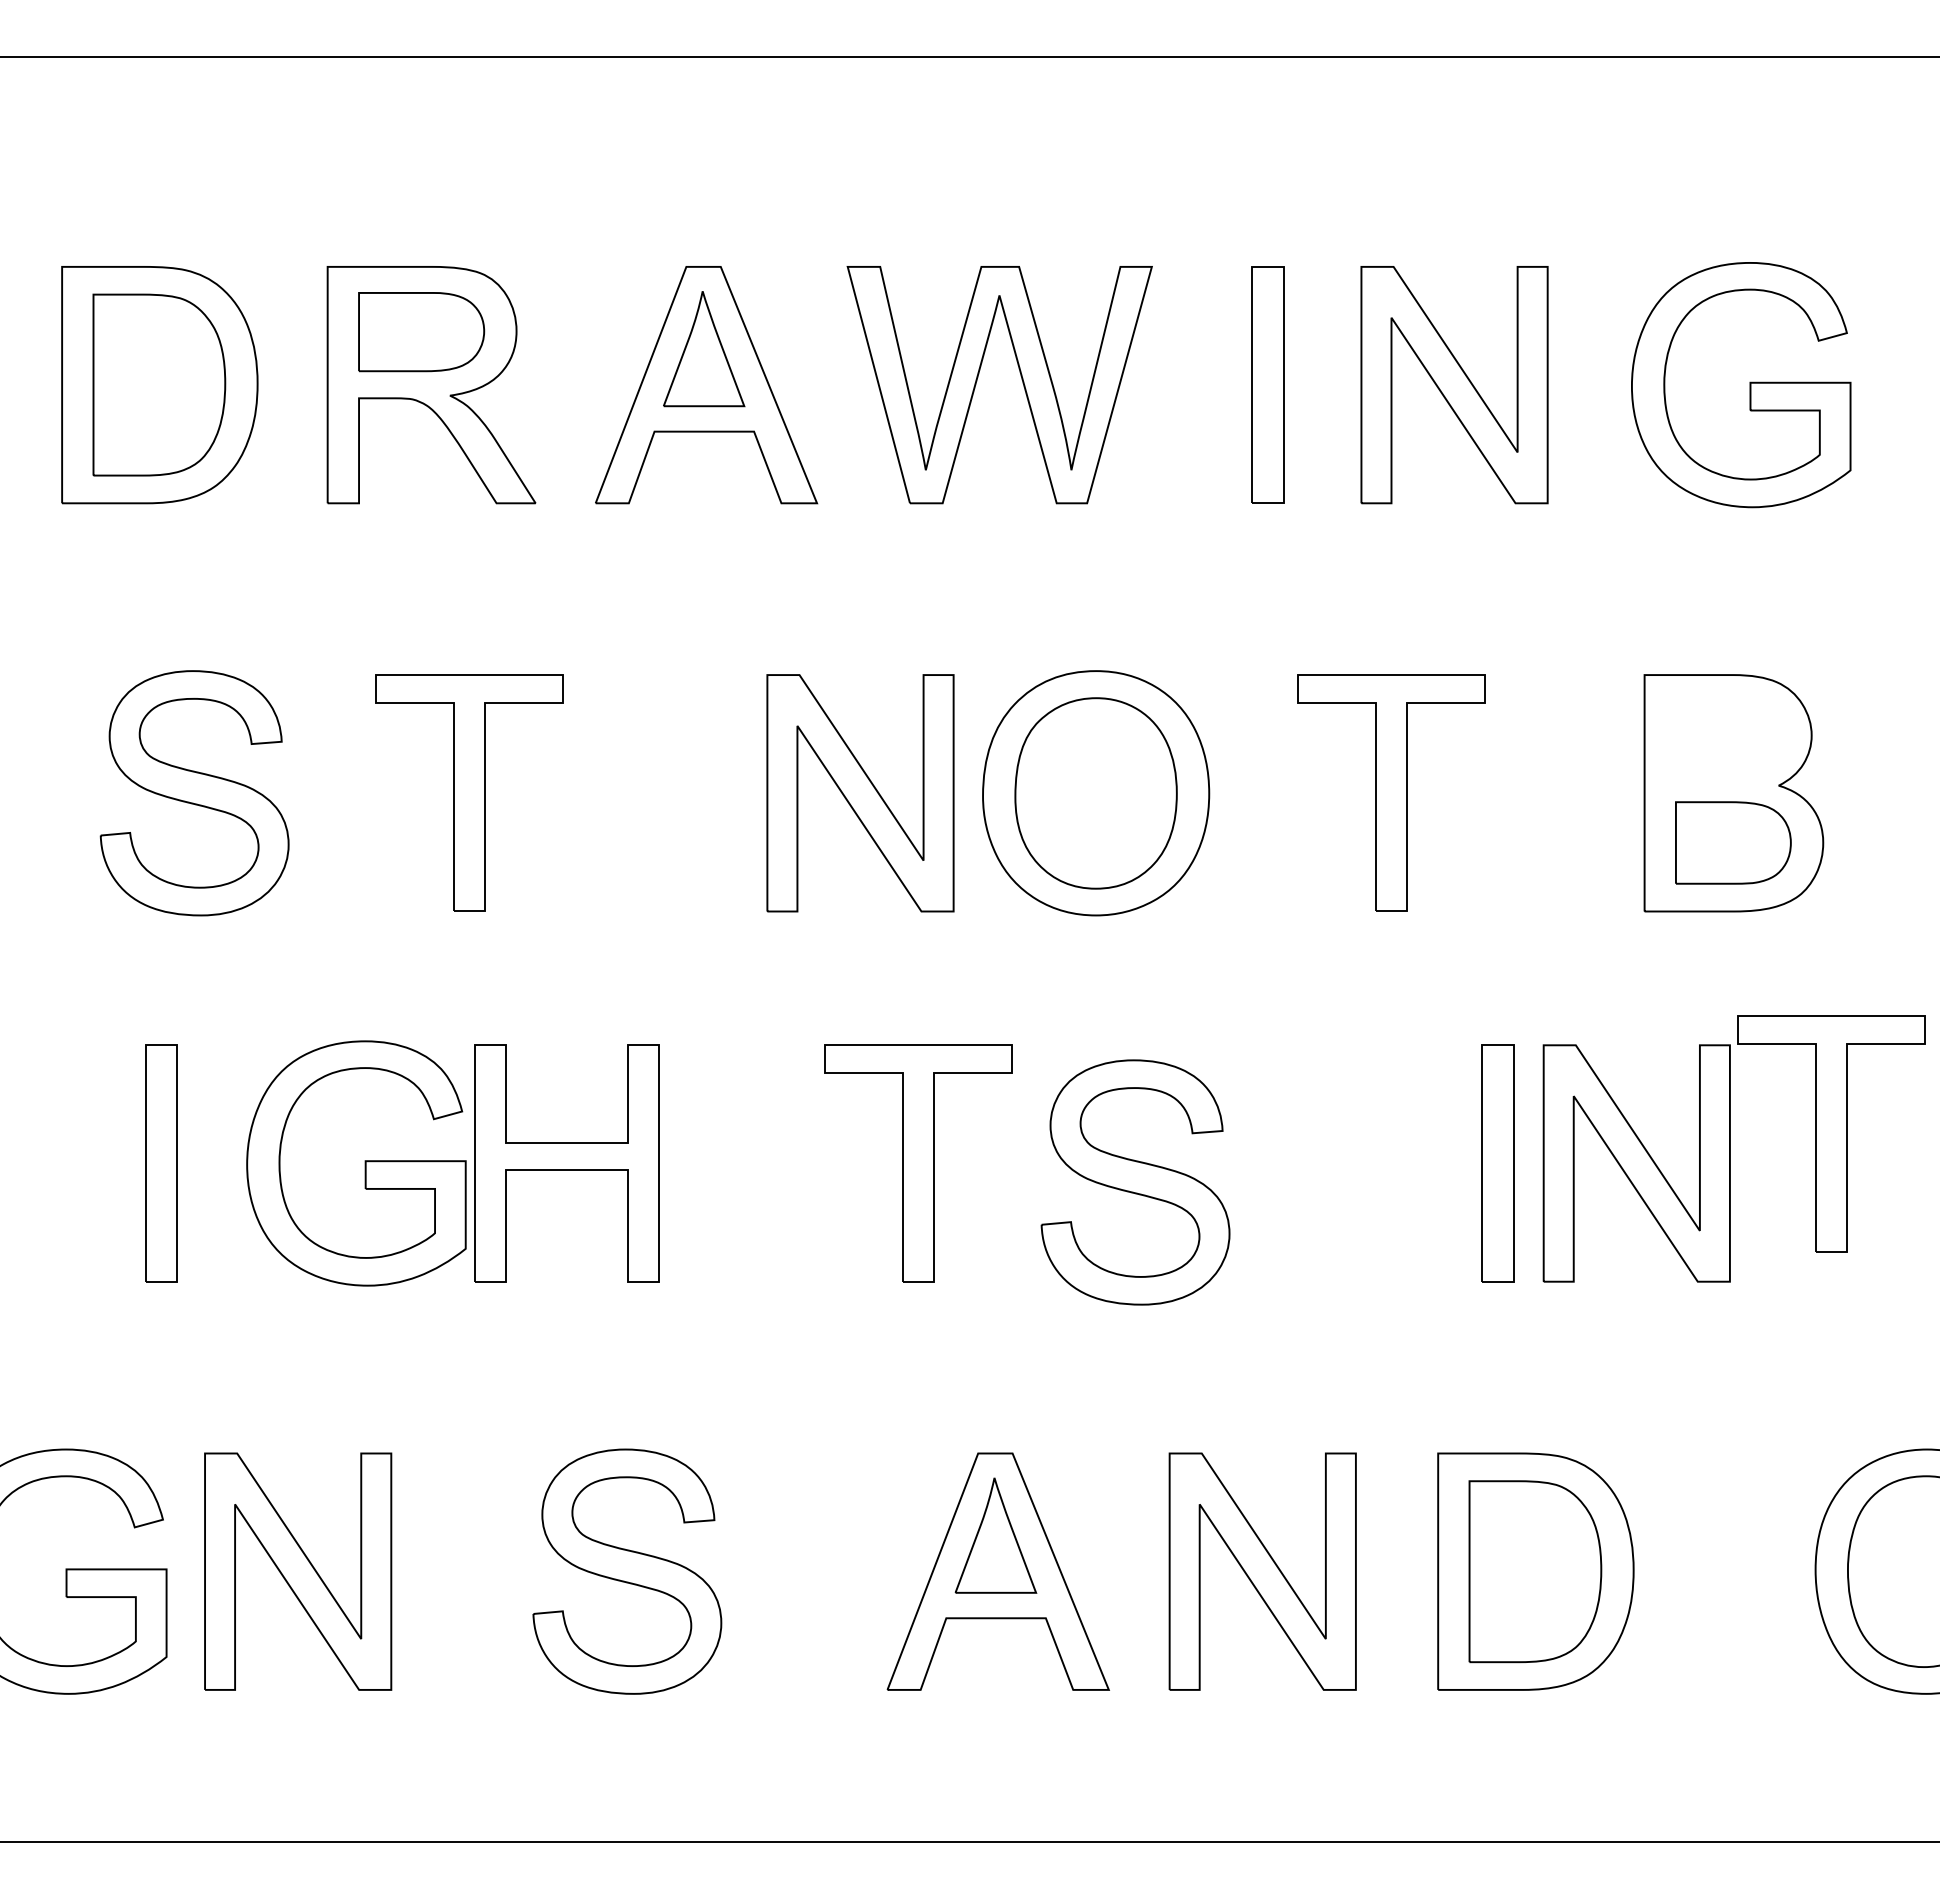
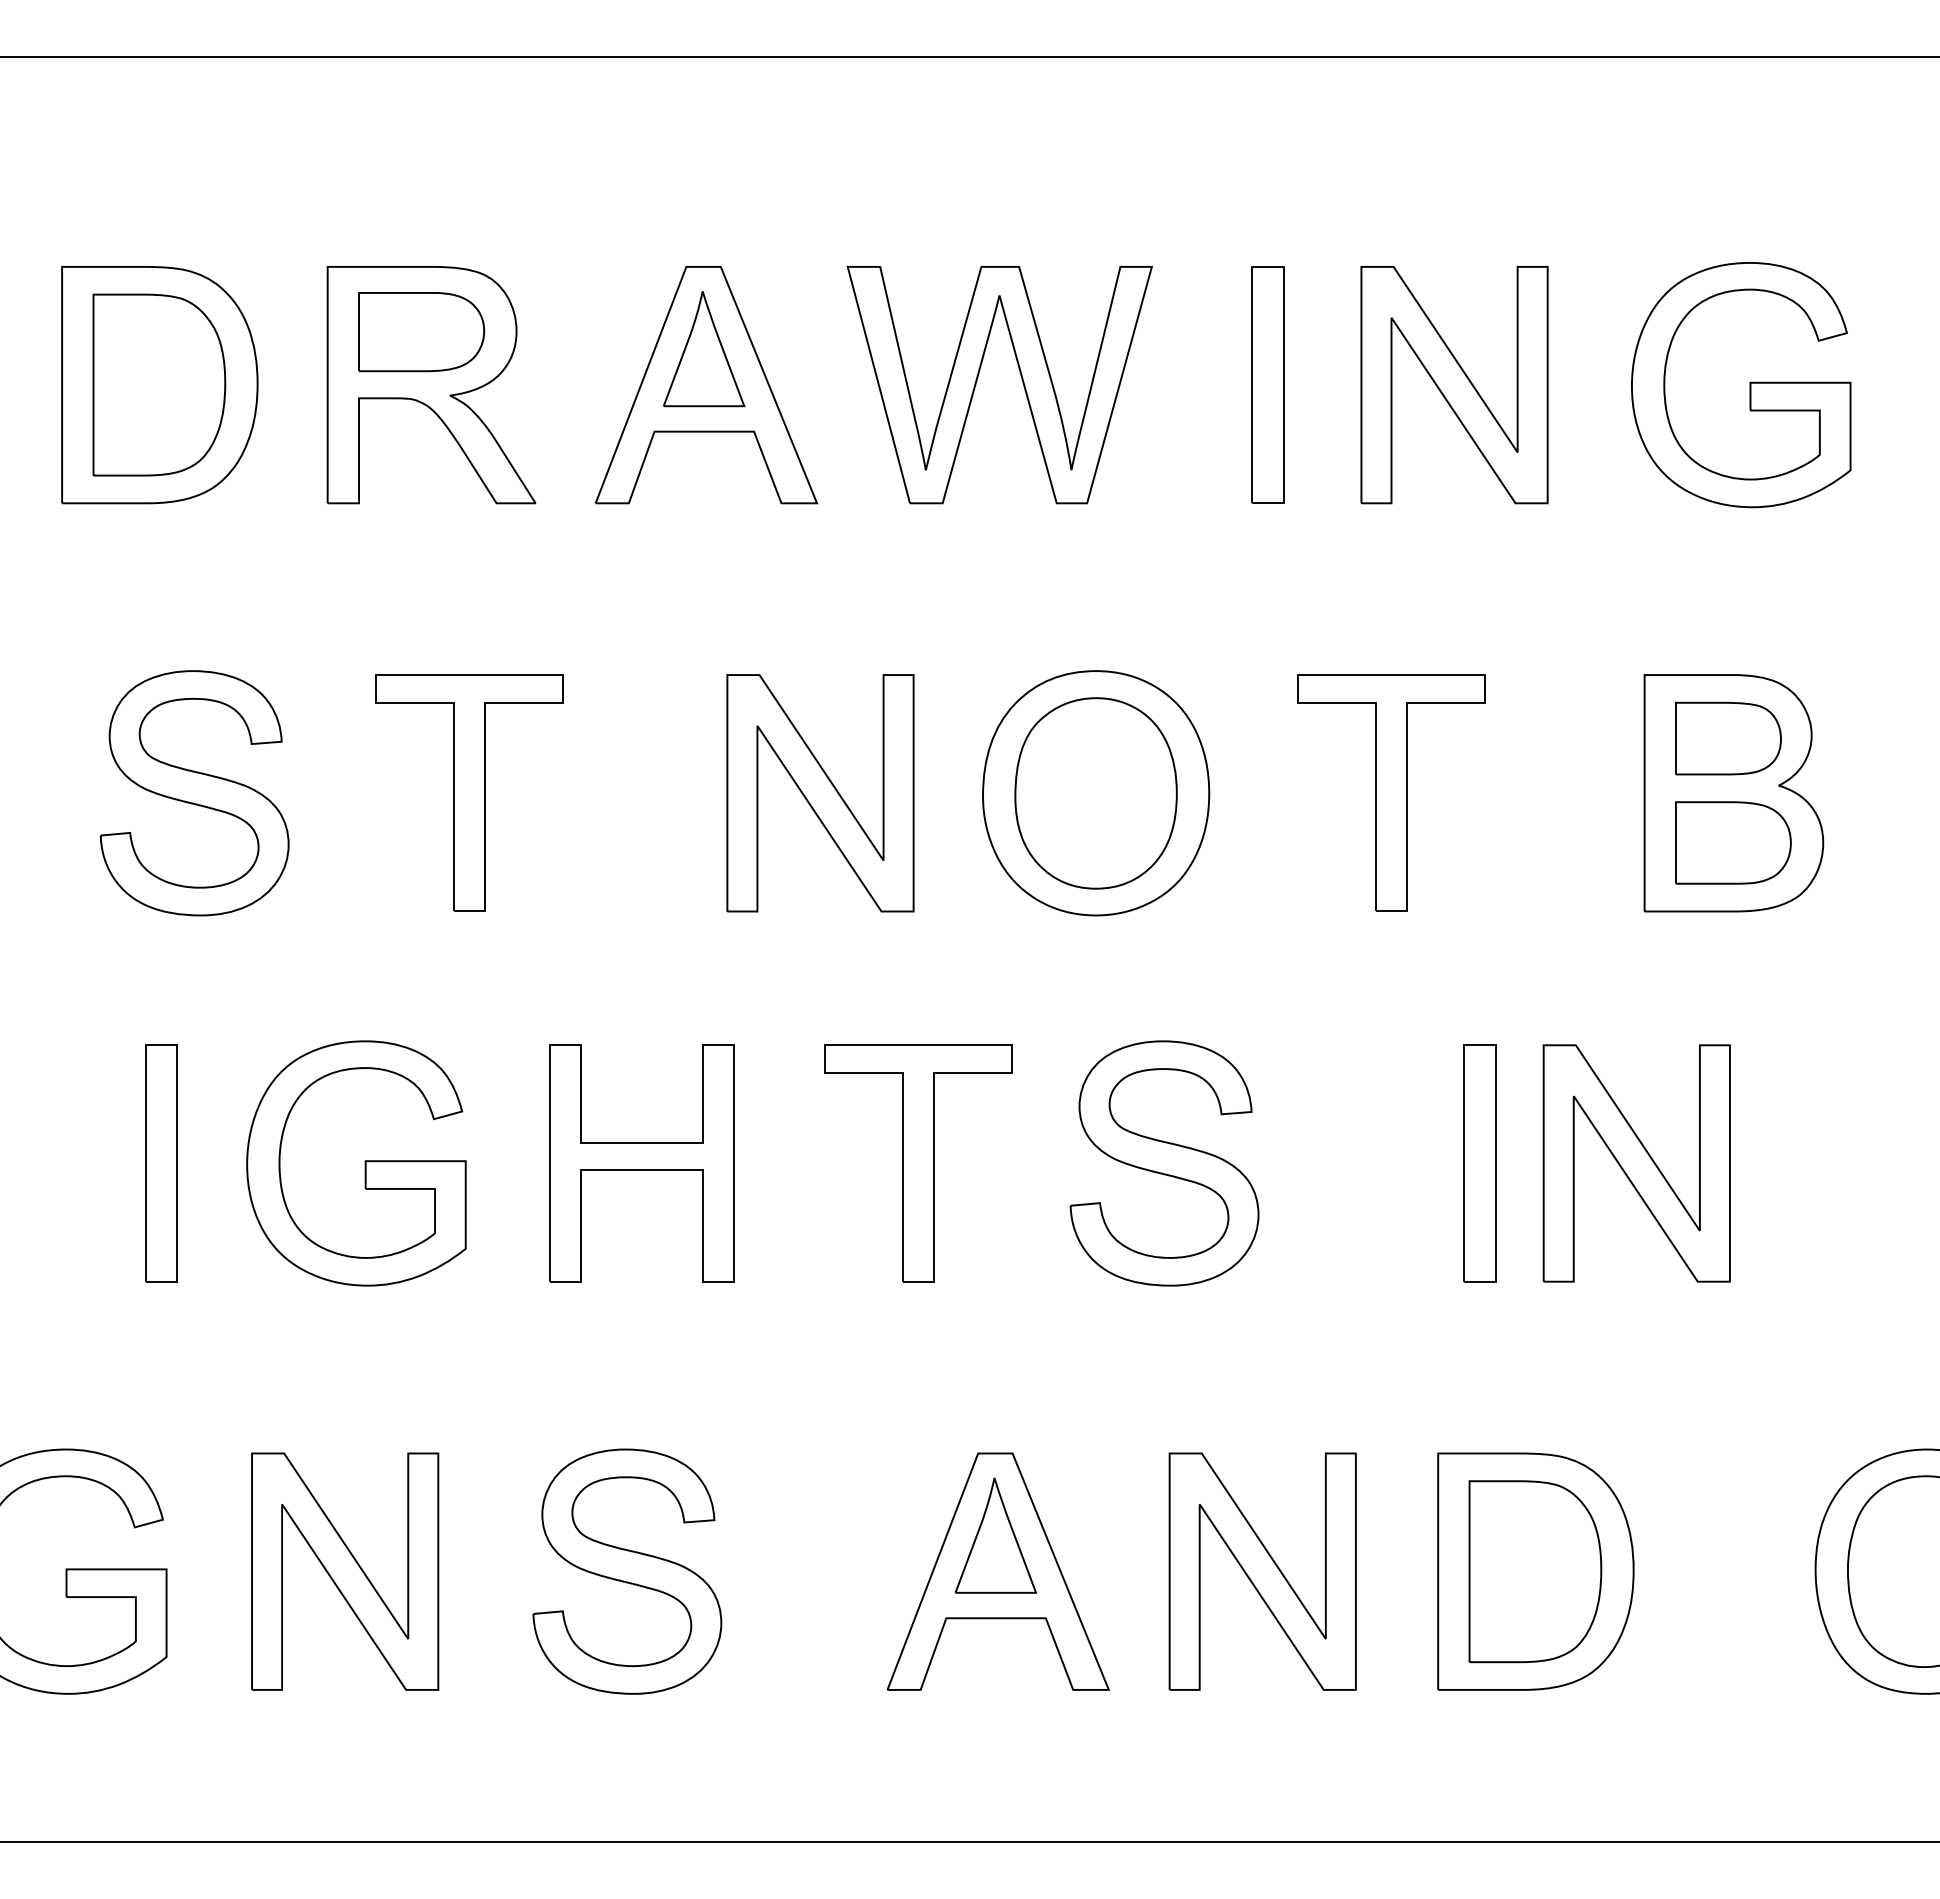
part at (1728, 738): none -> present
part at (860, 793) position: (860, 793) -> (820, 793)
part at (1831, 1133): present -> none
part at (566, 1163) position: (566, 1163) -> (641, 1163)
part at (1497, 1163) position: (1497, 1163) -> (1479, 1163)
part at (1135, 1182) position: (1135, 1182) -> (1164, 1163)
part at (298, 1571) position: (298, 1571) -> (345, 1571)
